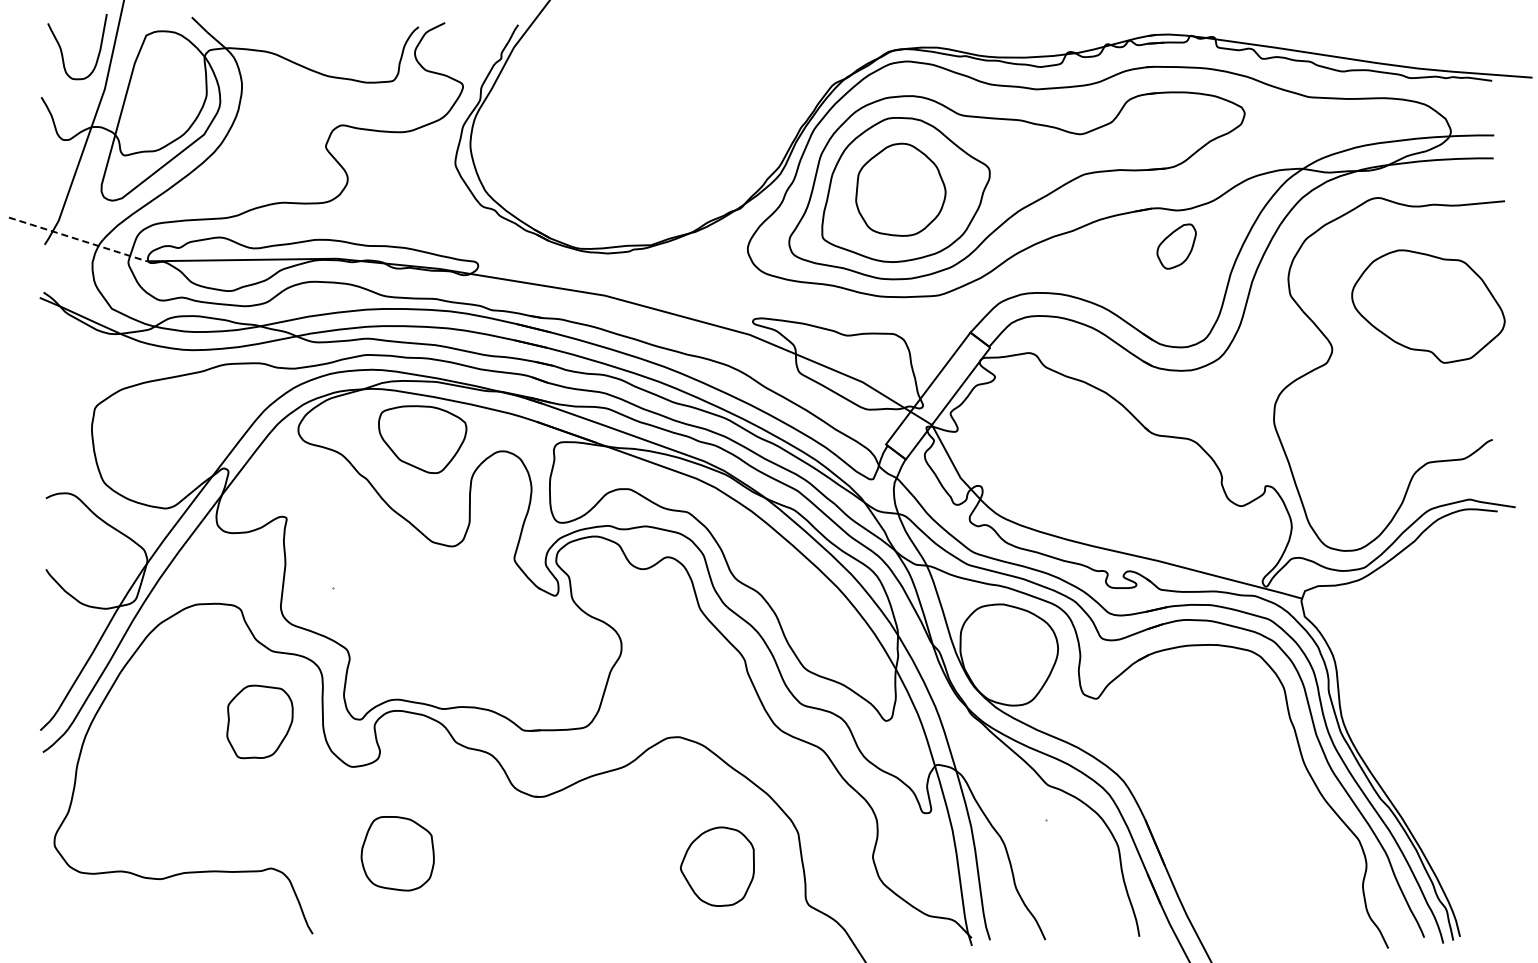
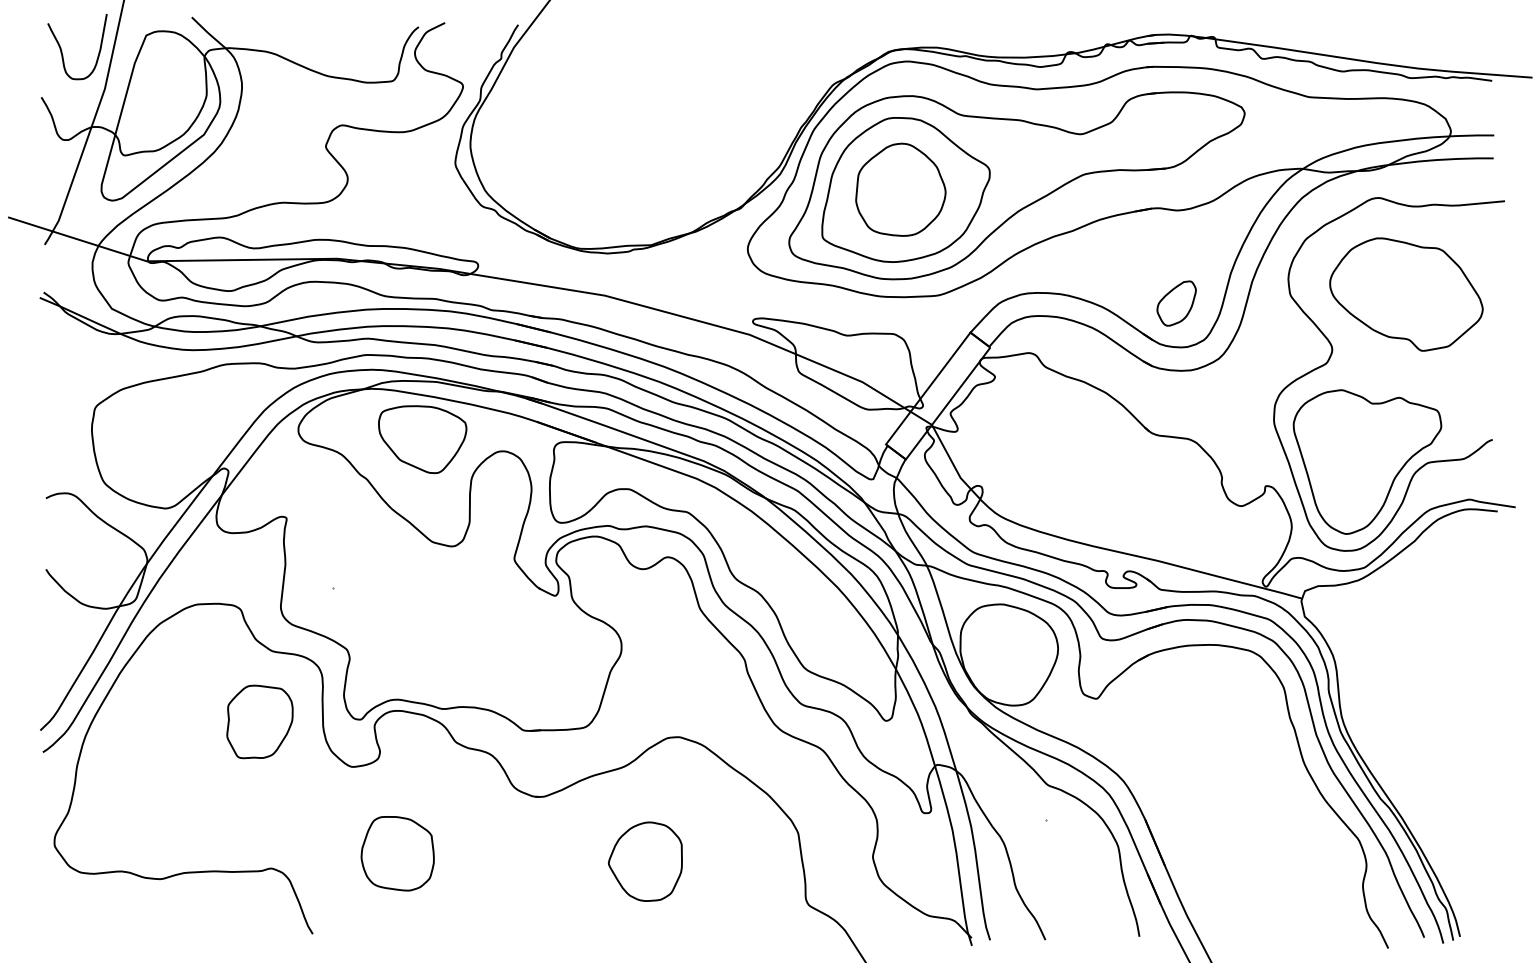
line at (78, 239): dashed -> solid
part at (1176, 246) position: (1176, 246) -> (1176, 303)
part at (1428, 306) position: (1428, 306) -> (1406, 294)
part at (1367, 461): none -> present
part at (717, 866) position: (717, 866) -> (645, 861)
